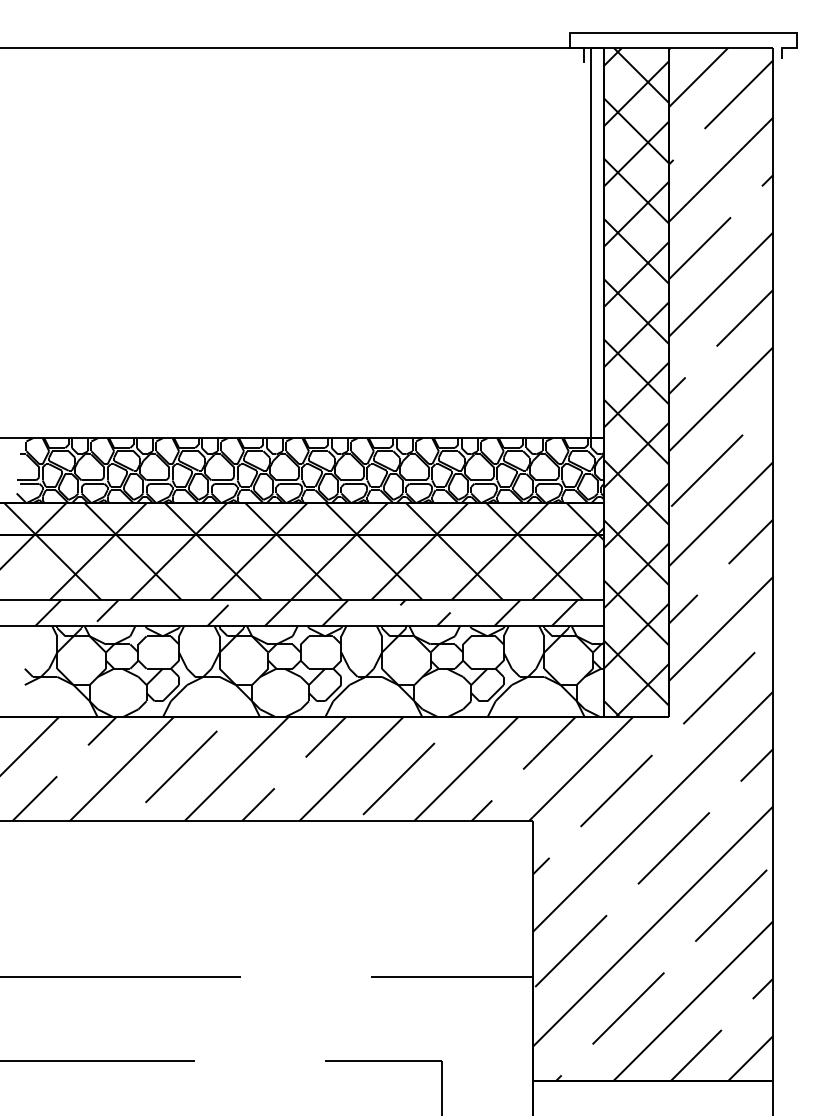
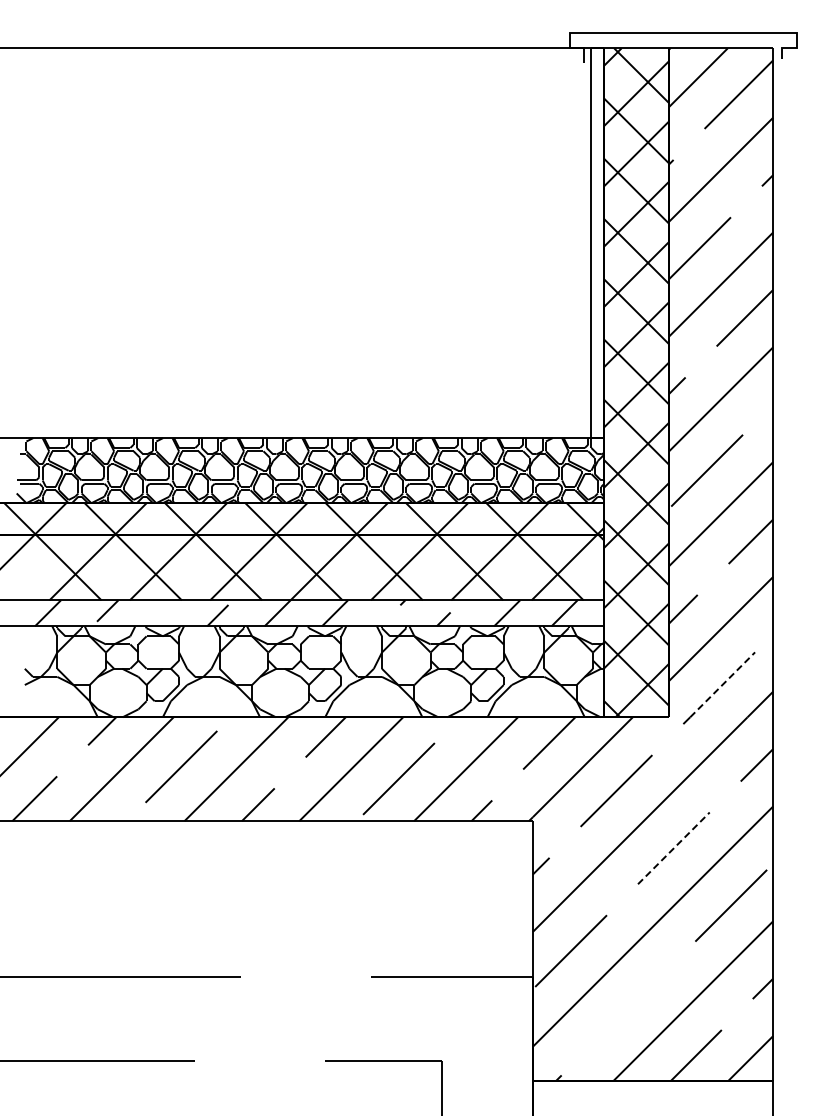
line at (722, 684): solid -> dashed
line at (673, 848): solid -> dashed
line at (628, 1008): present -> none
